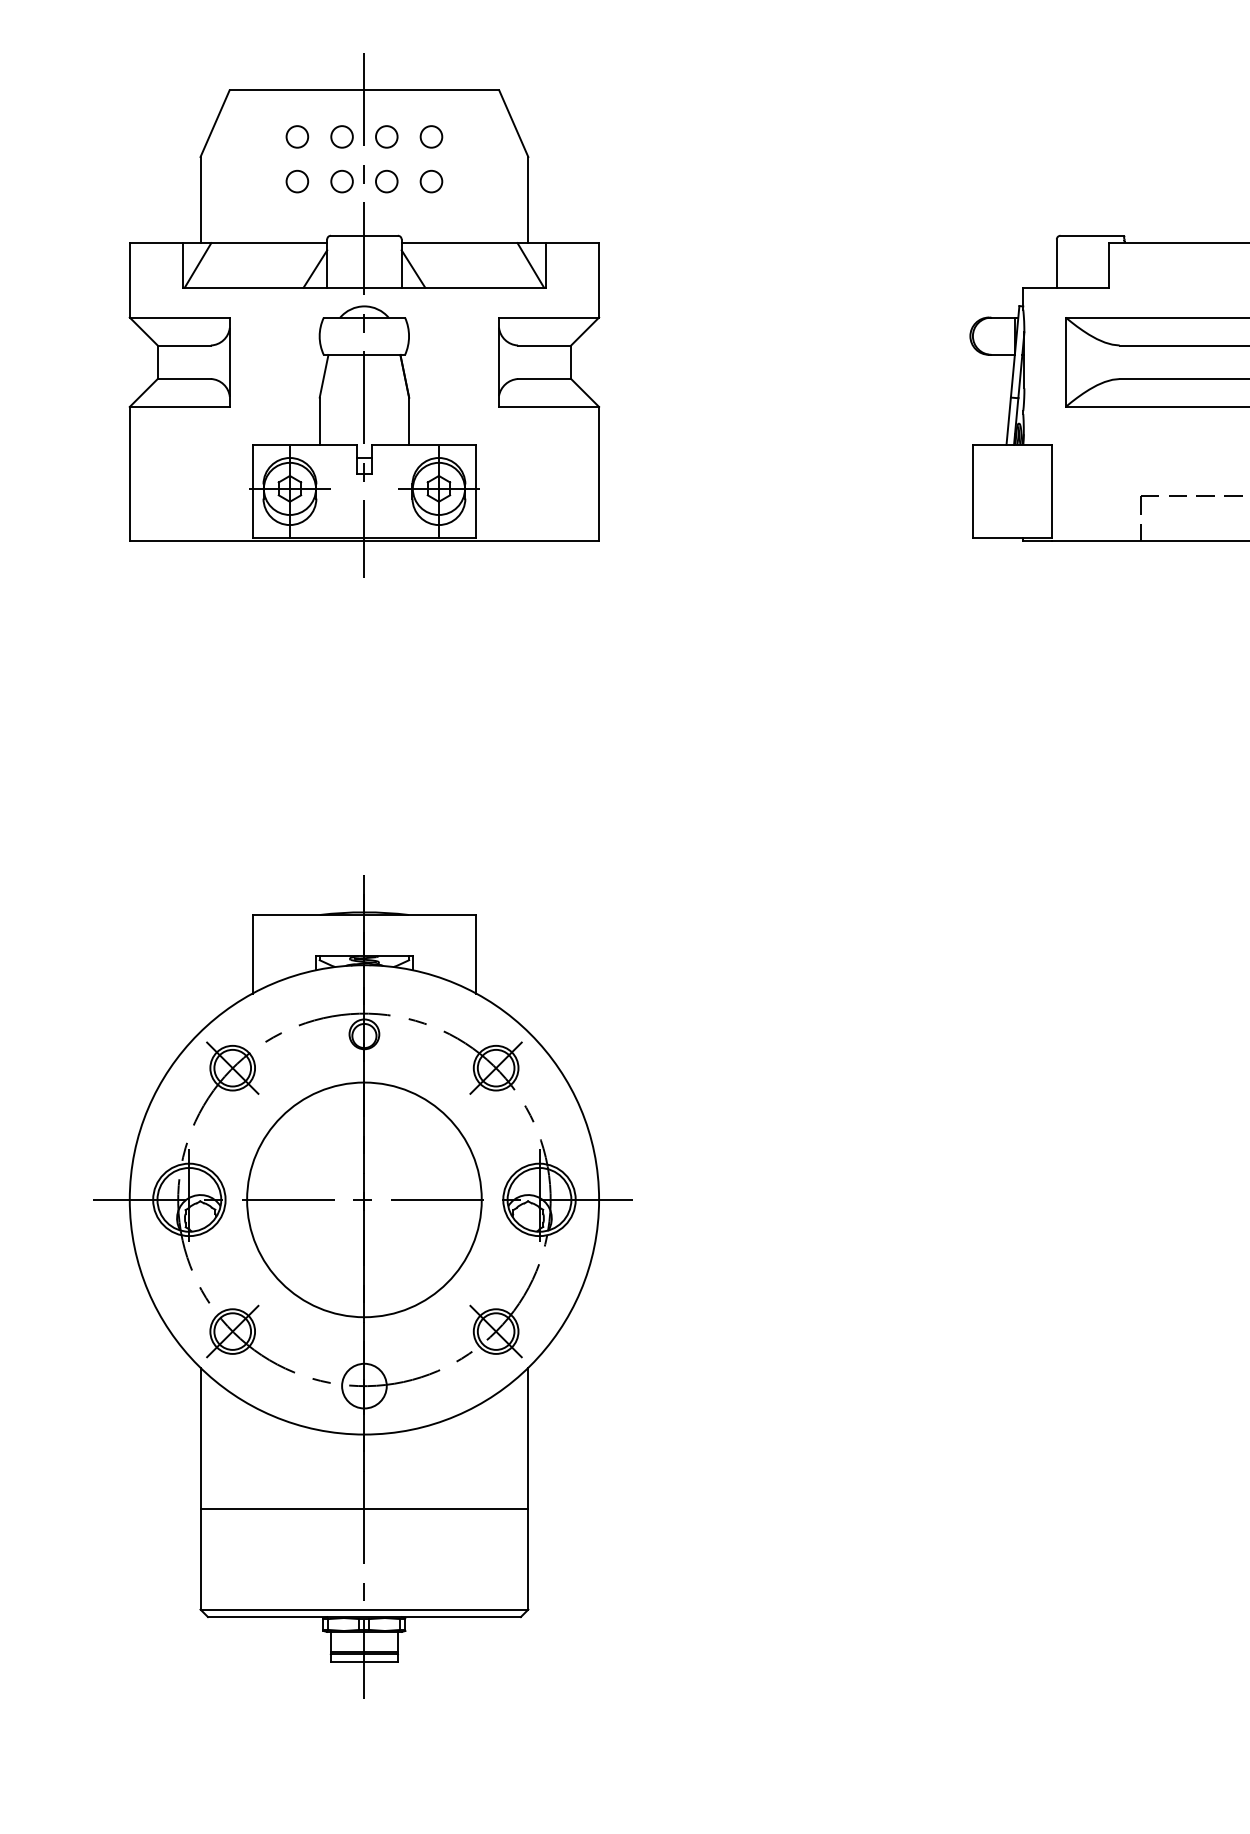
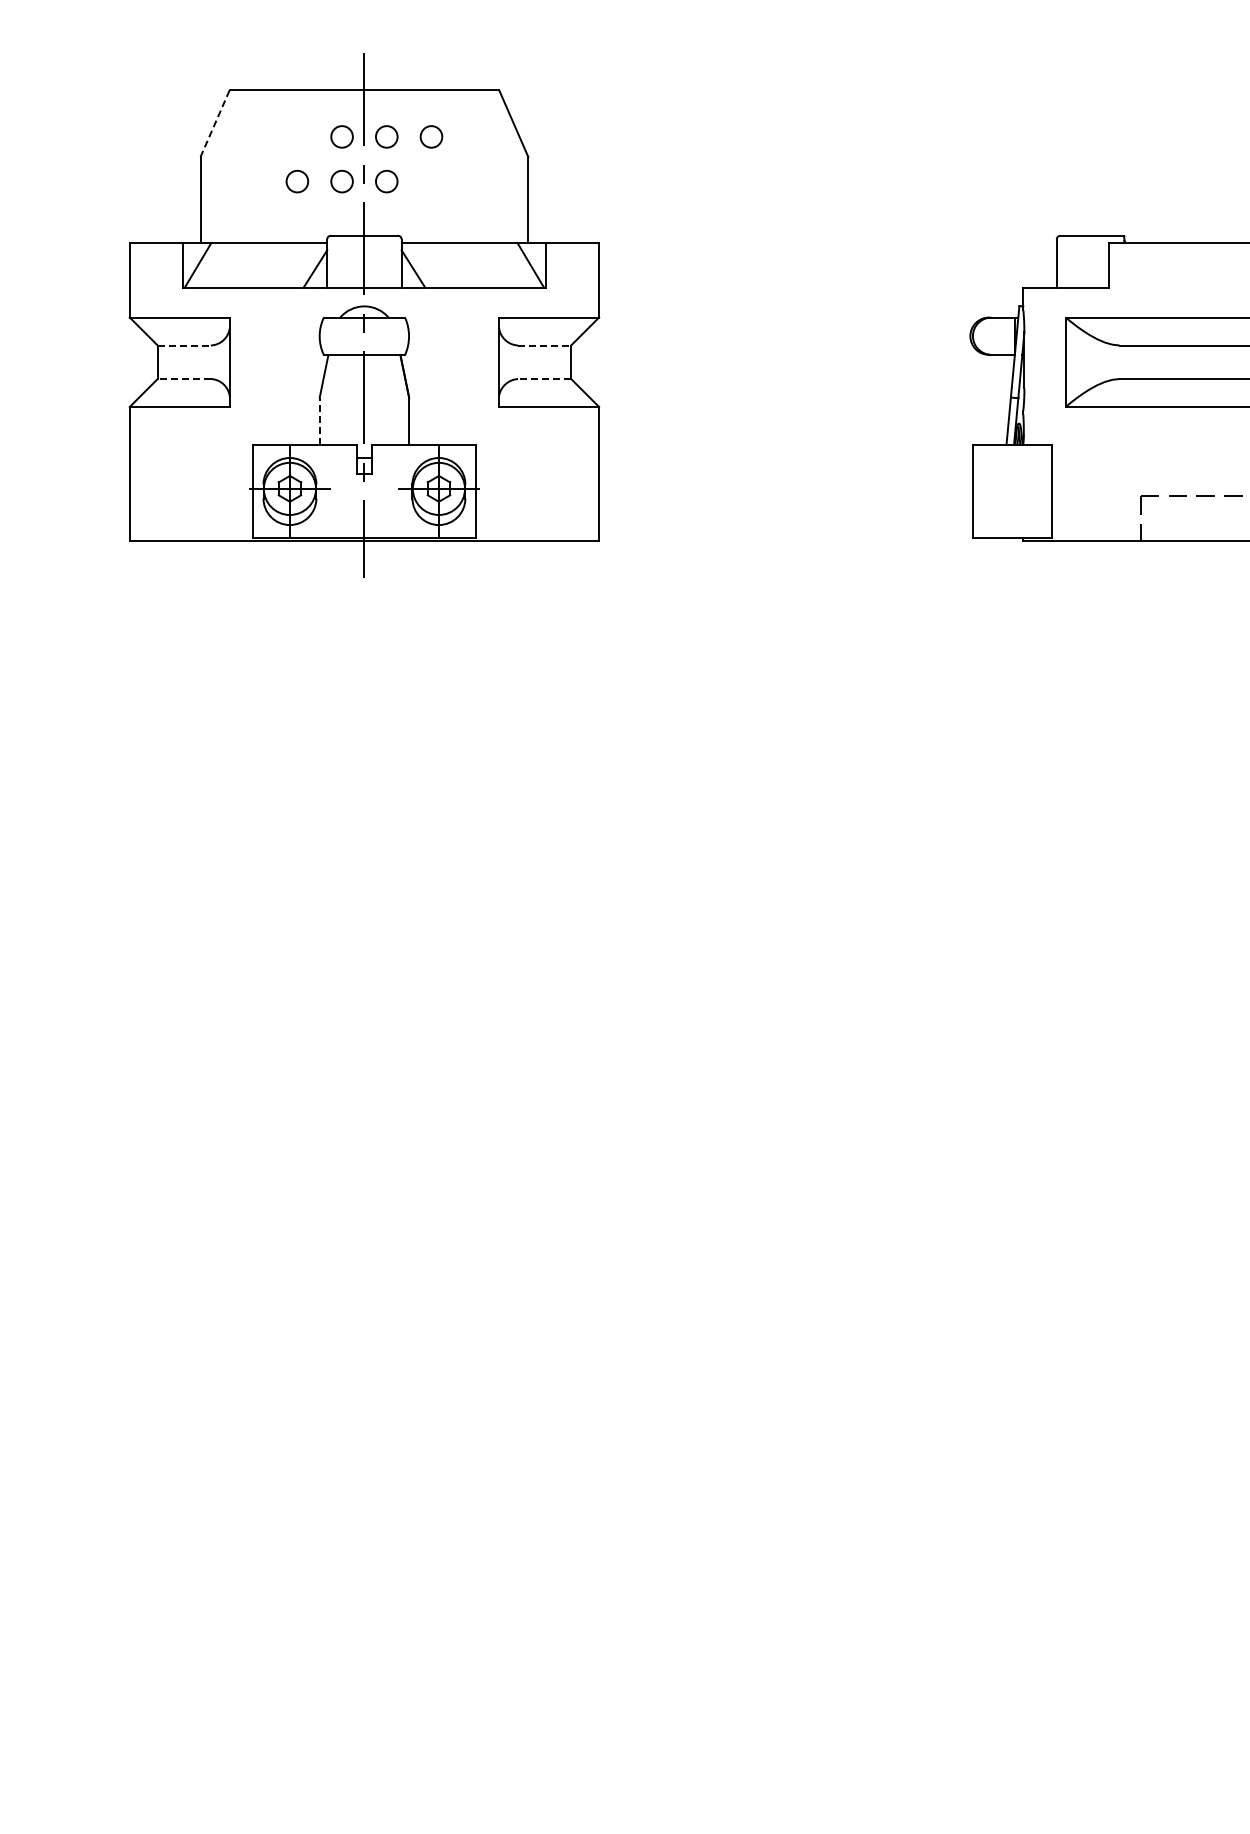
line at (214, 124): solid -> dashed
circle at (297, 136): present -> none
circle at (431, 181): present -> none
line at (184, 345): solid -> dashed
line at (544, 345): solid -> dashed
line at (184, 379): solid -> dashed
line at (544, 379): solid -> dashed
line at (319, 421): solid -> dashed
part at (362, 1286): present -> none
